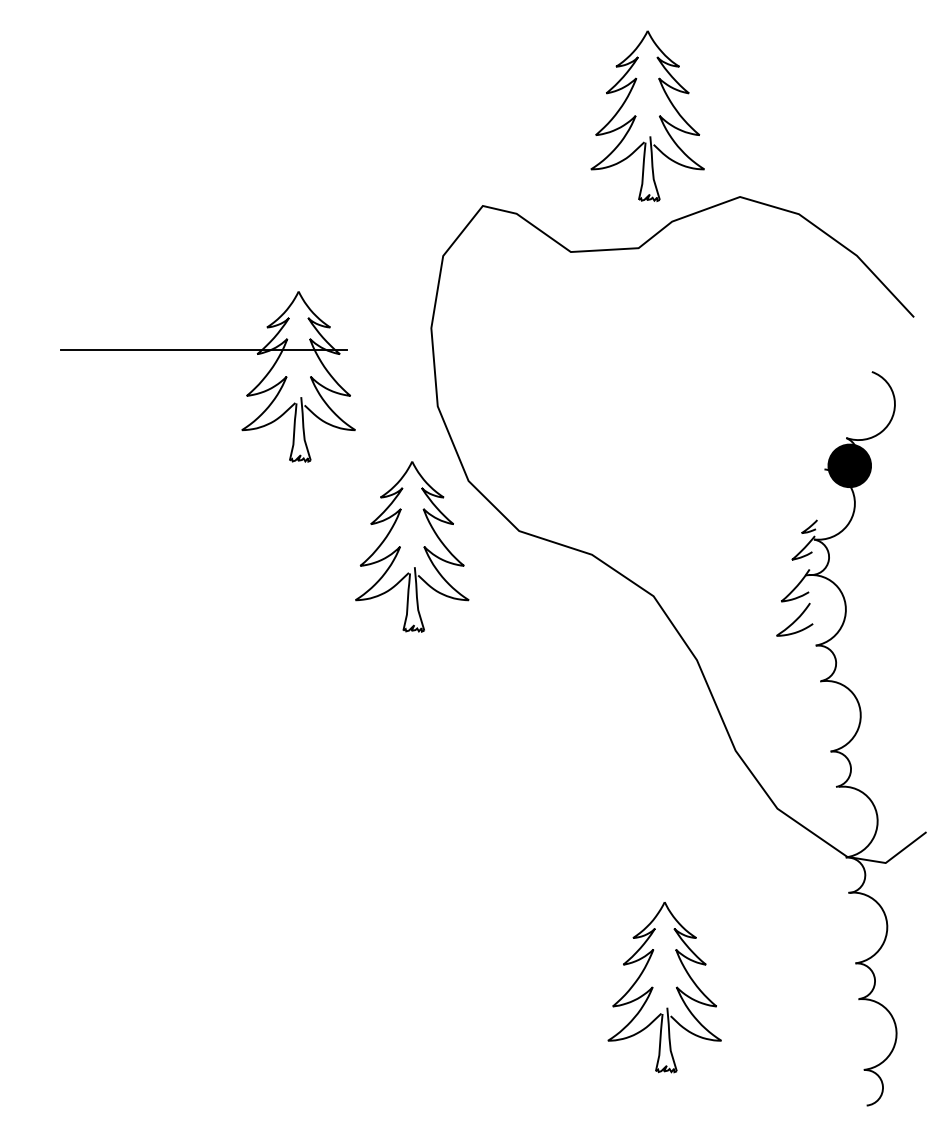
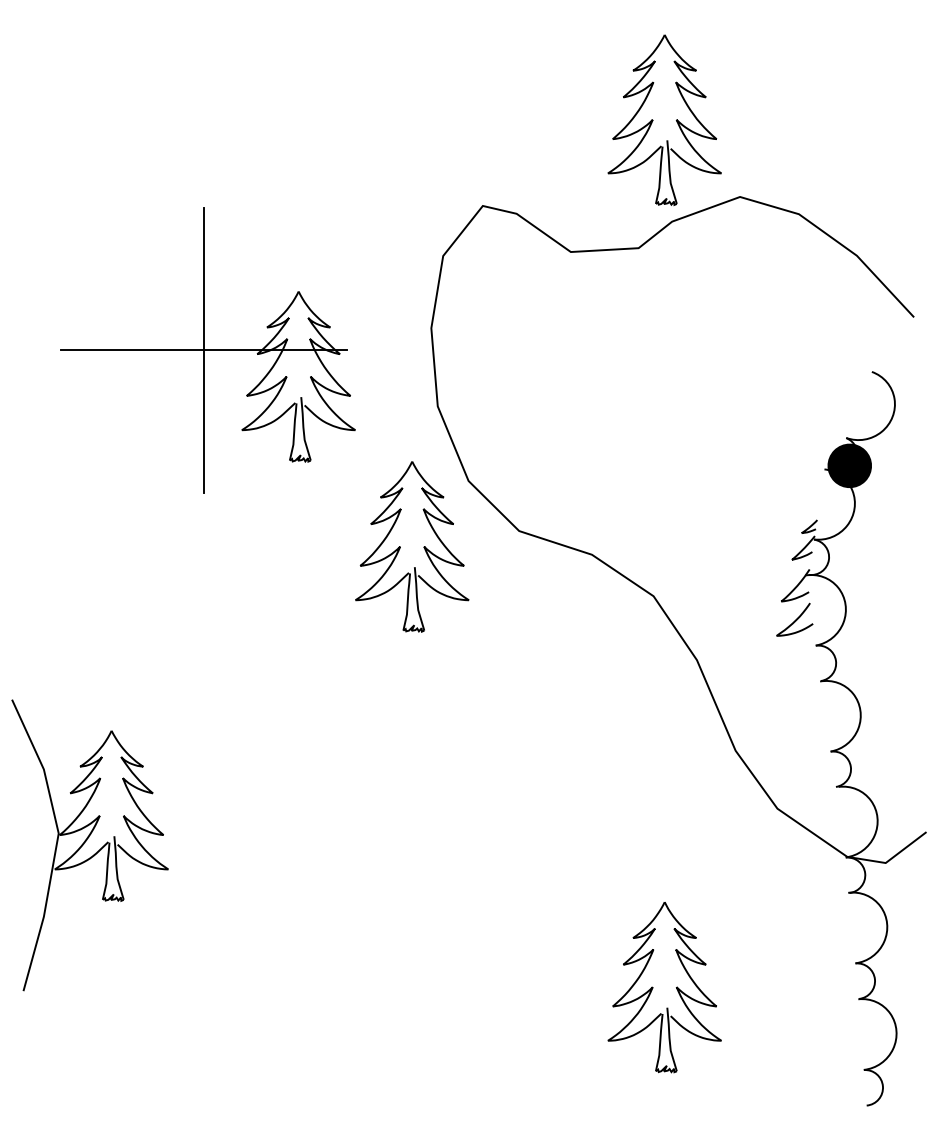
part at (647, 115) position: (647, 115) -> (664, 119)
line at (203, 350): none -> present
part at (89, 845): none -> present
